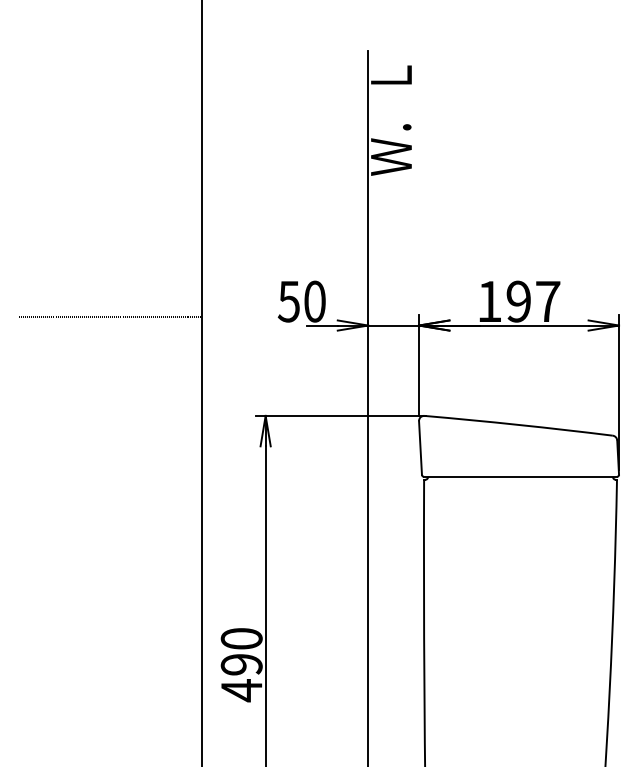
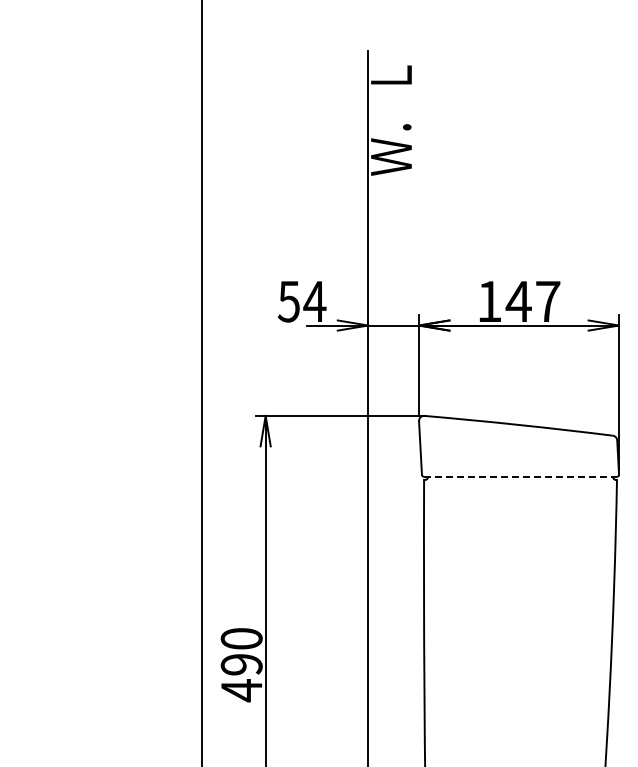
text at (314, 301): 50 -> 54
text at (518, 301): 197 -> 147
line at (109, 317): present -> none
line at (521, 476): solid -> dashed
